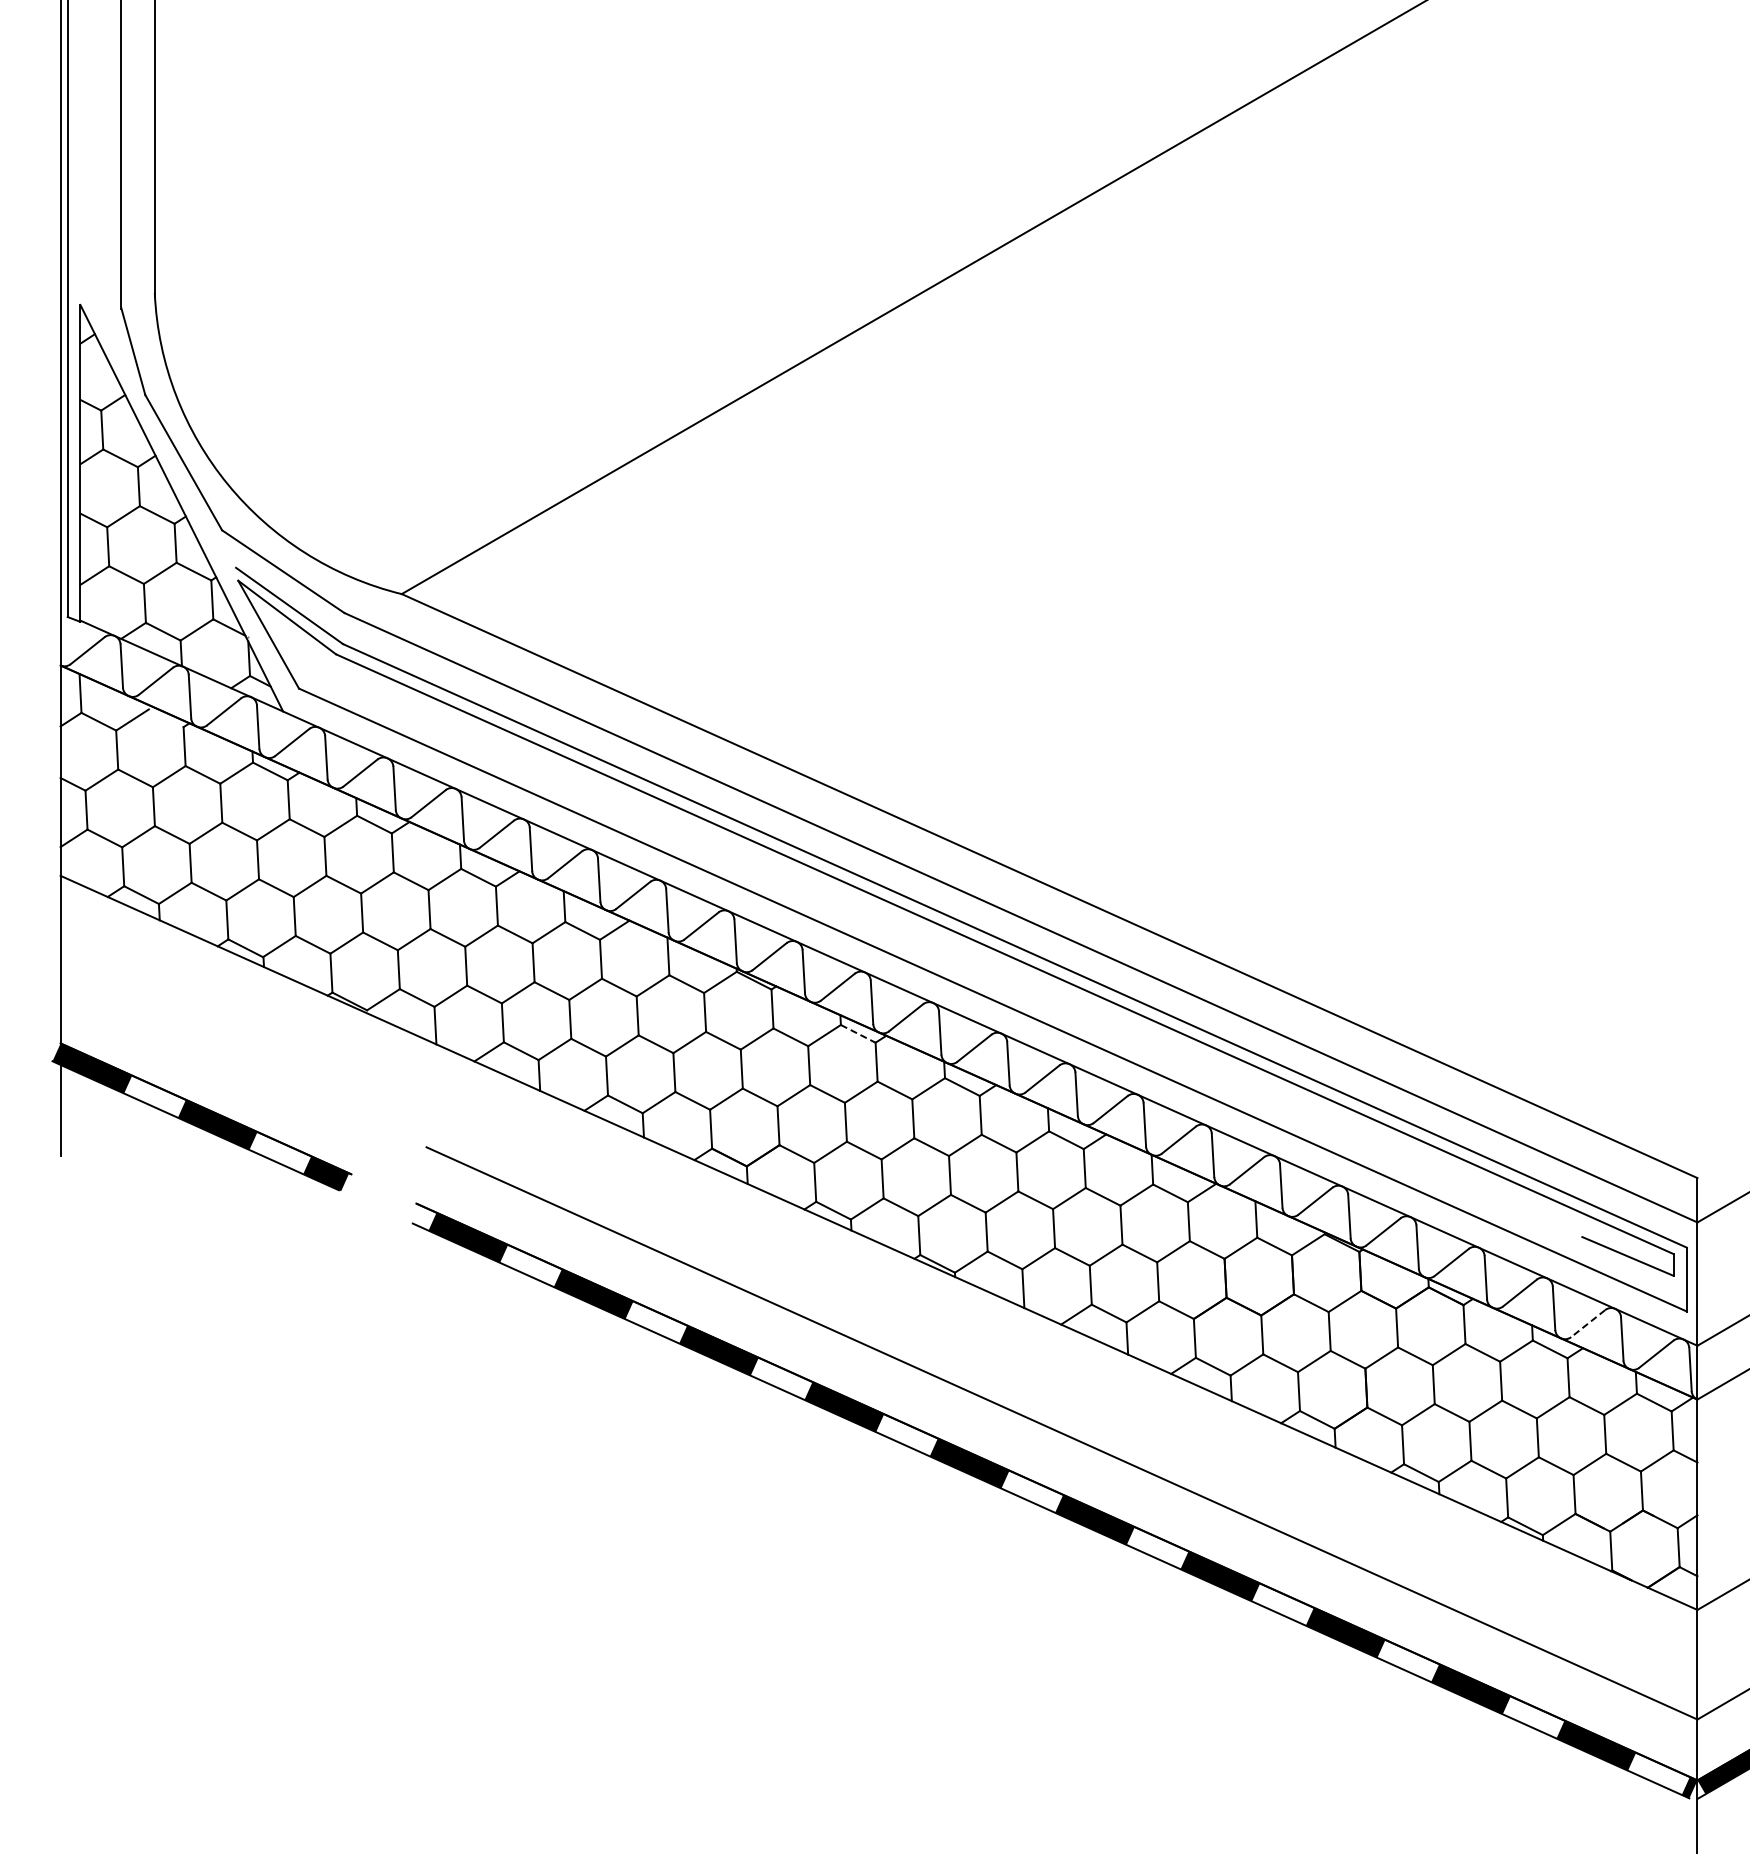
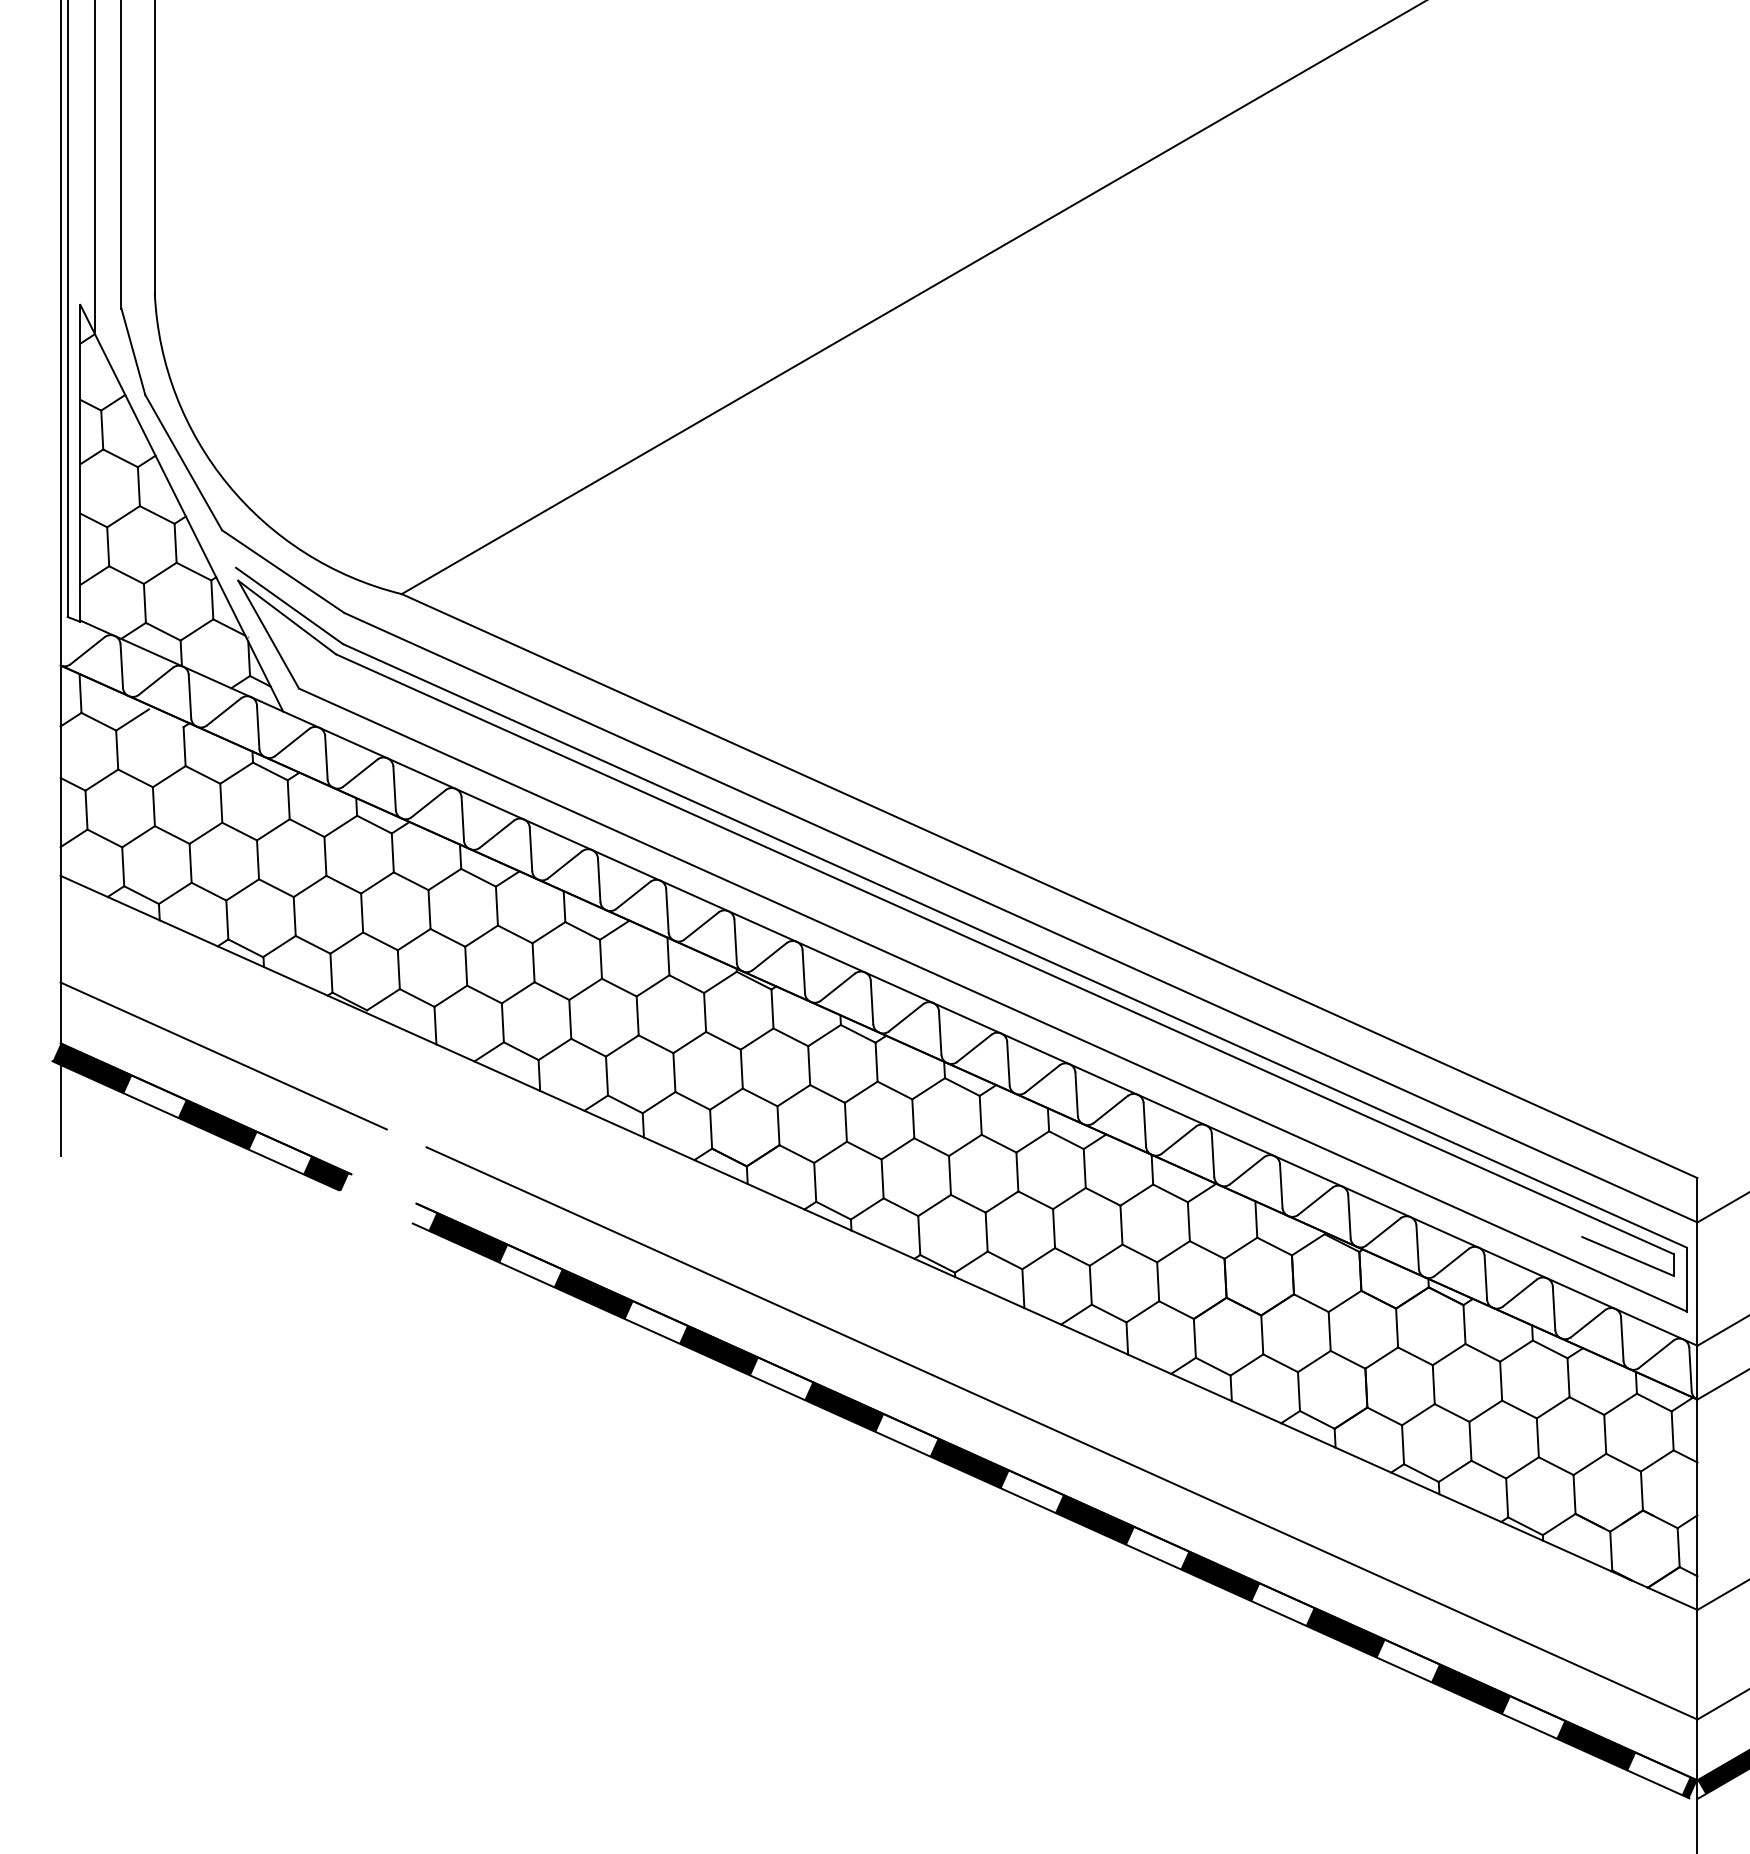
line at (94, 167): none -> present
line at (858, 1034): dashed -> solid
line at (223, 1055): none -> present
line at (1588, 1323): dashed -> solid
